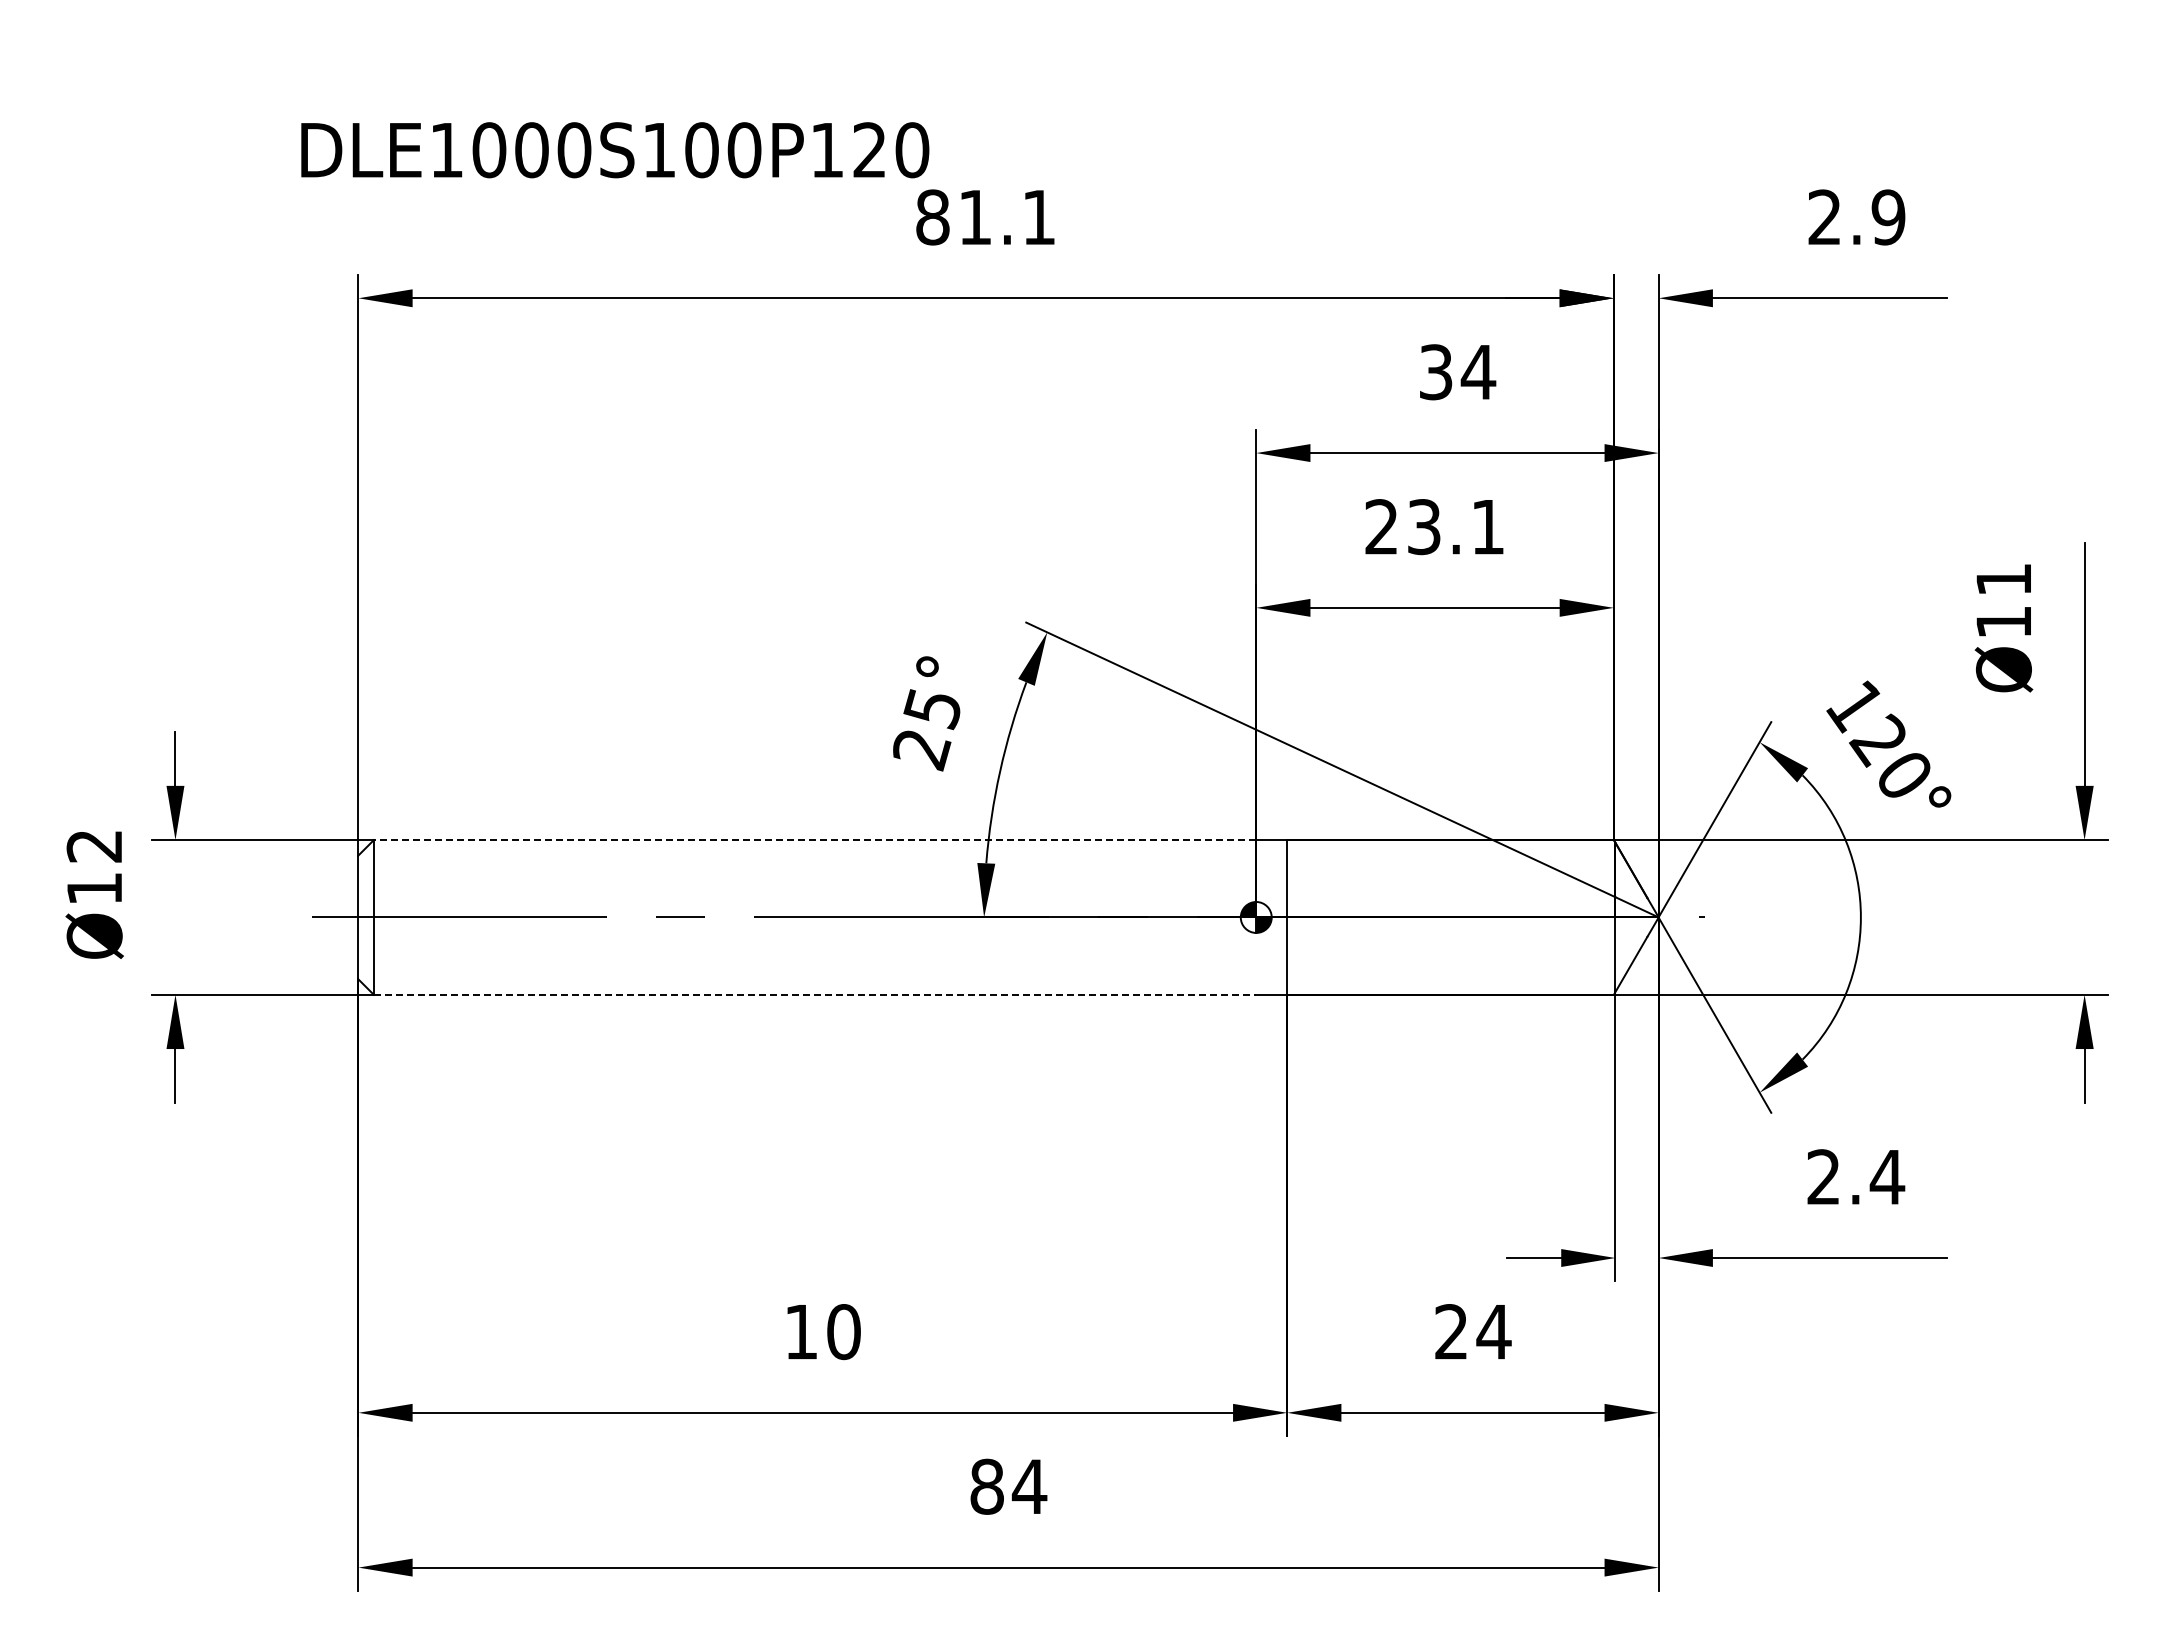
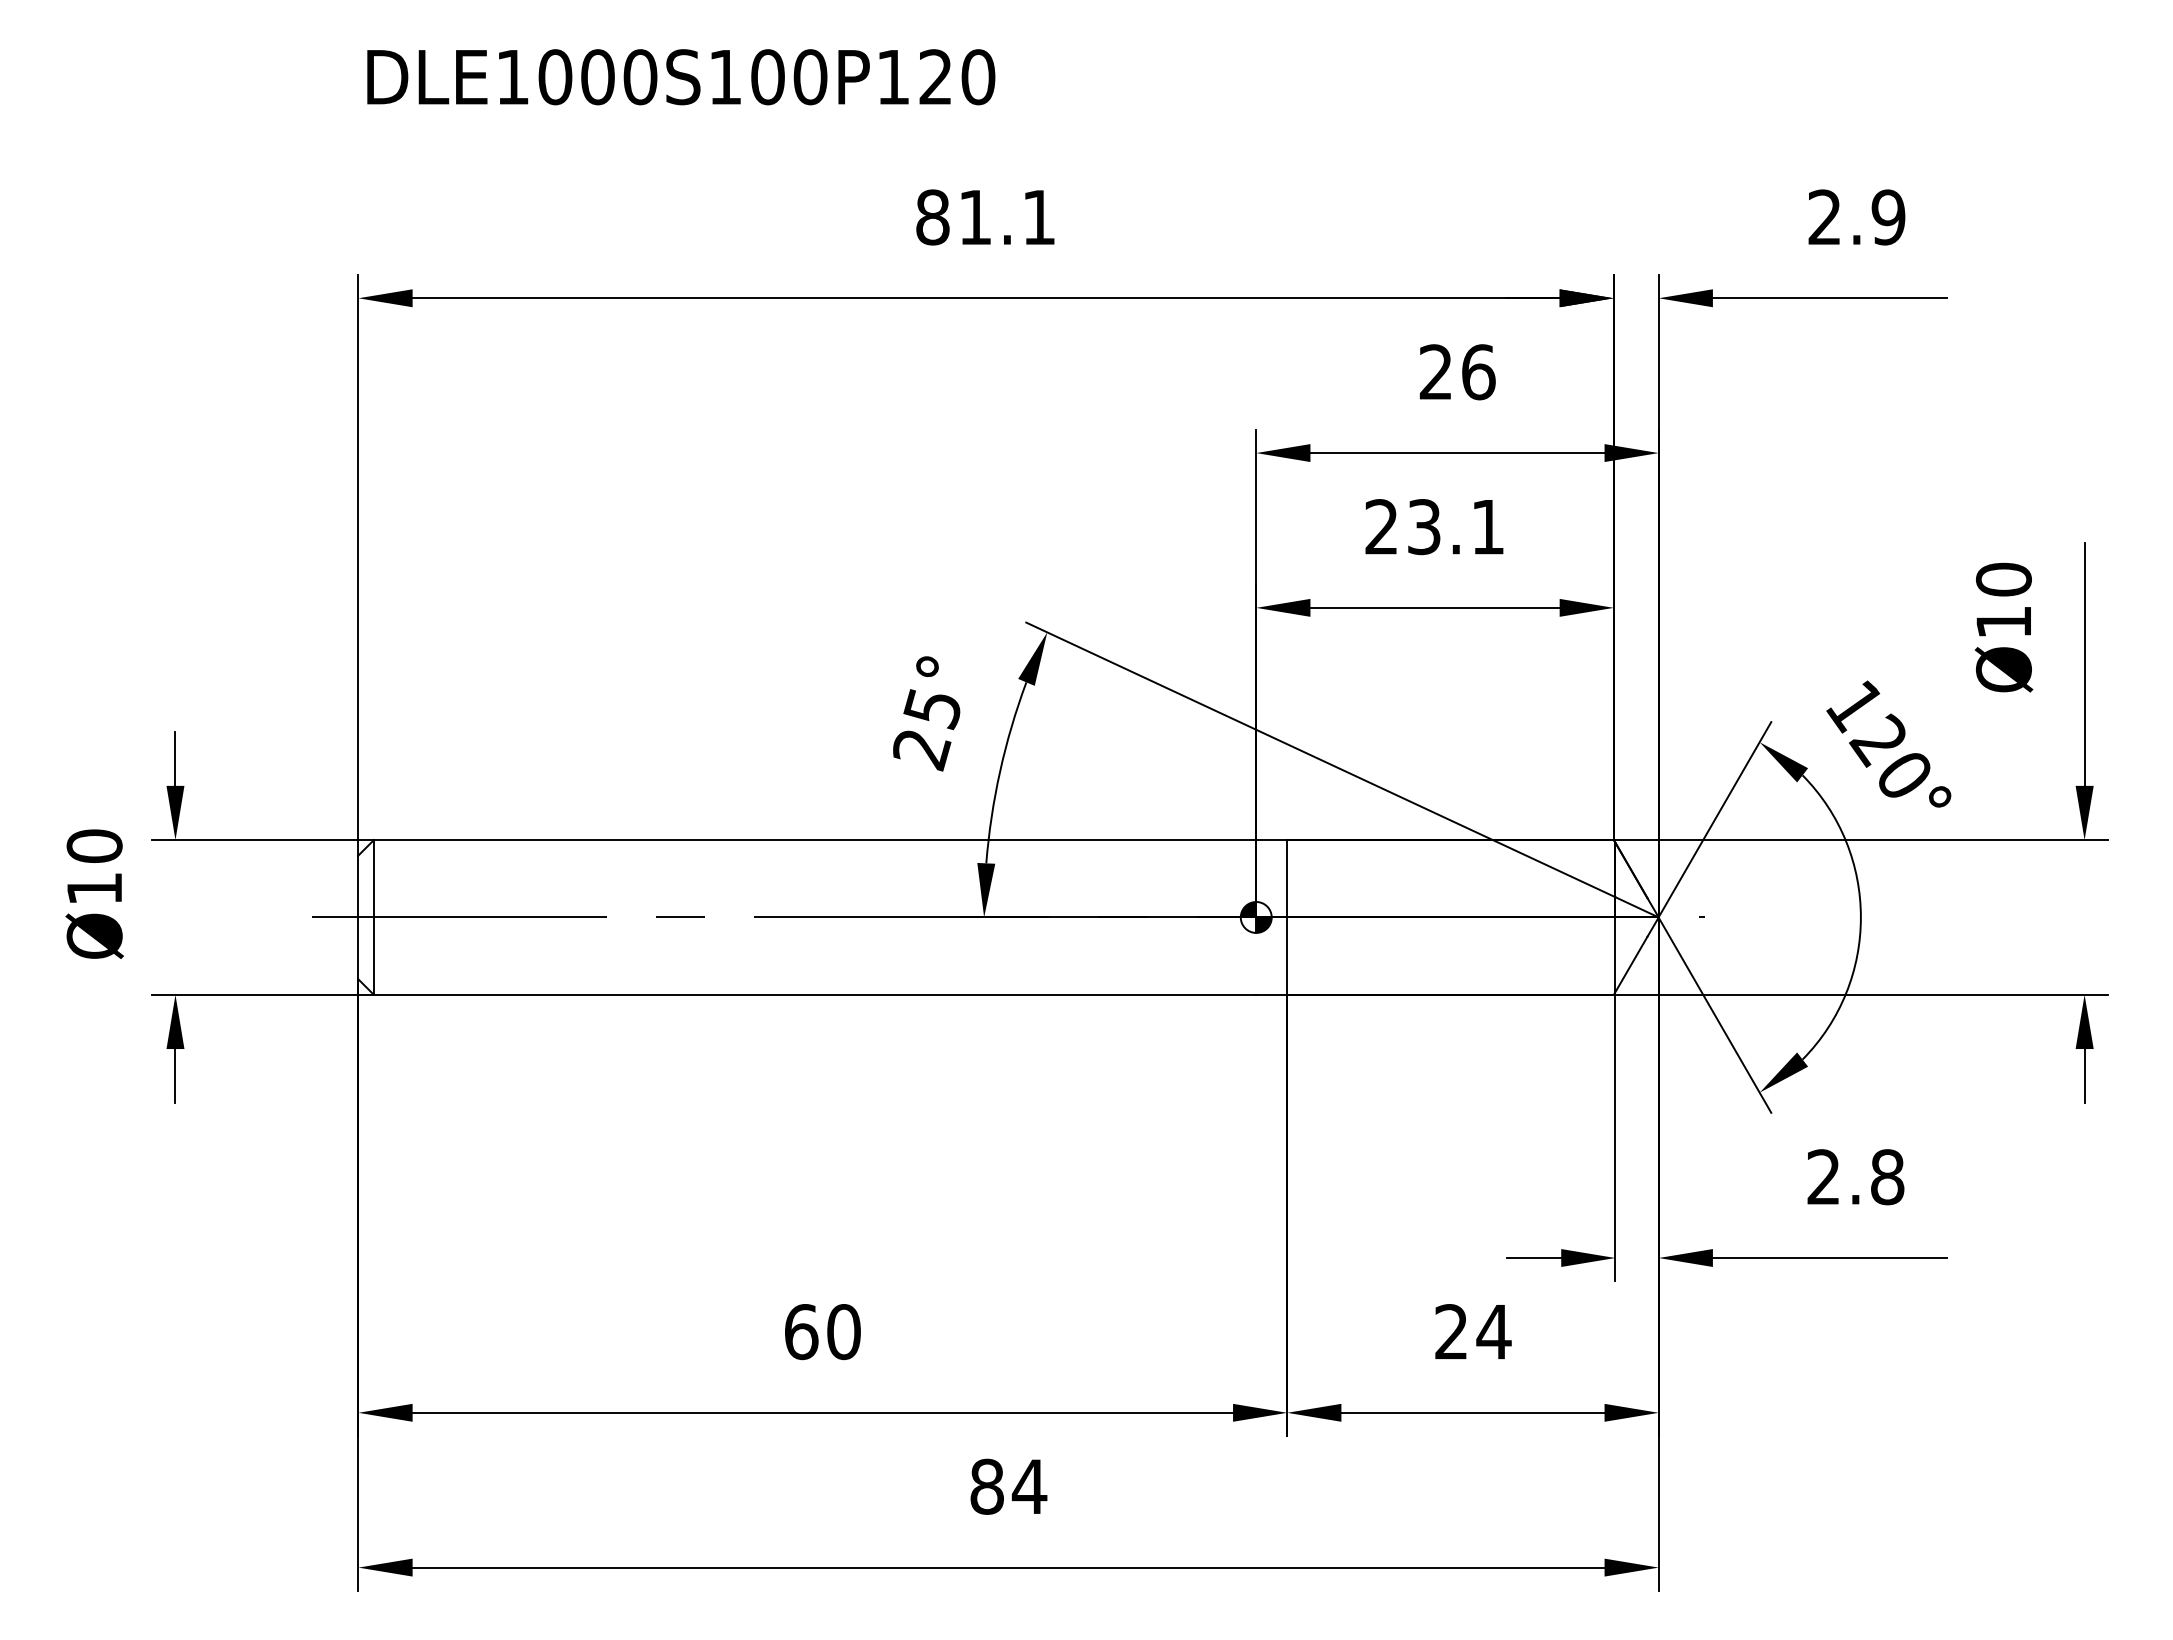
text at (615, 150) position: (615, 150) -> (681, 77)
text at (1457, 372): 34 -> 26
text at (2003, 579): Ø11 -> Ø10
line at (814, 840): dashed -> solid
text at (94, 845): Ø12 -> Ø10
line at (815, 994): dashed -> solid
text at (1887, 1177): 2.4 -> 2.8
text at (801, 1332): 10 -> 60
